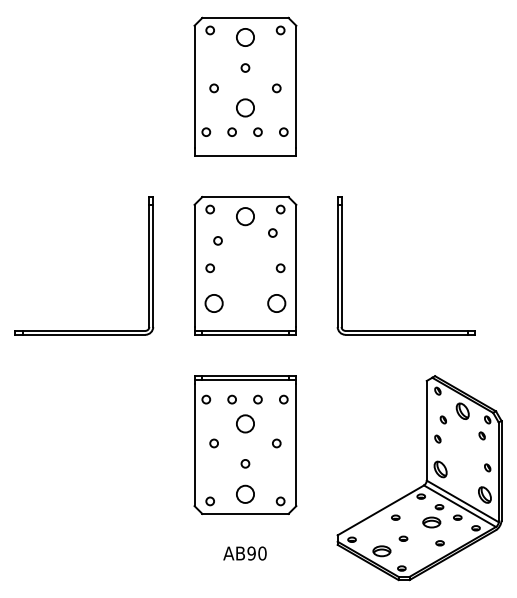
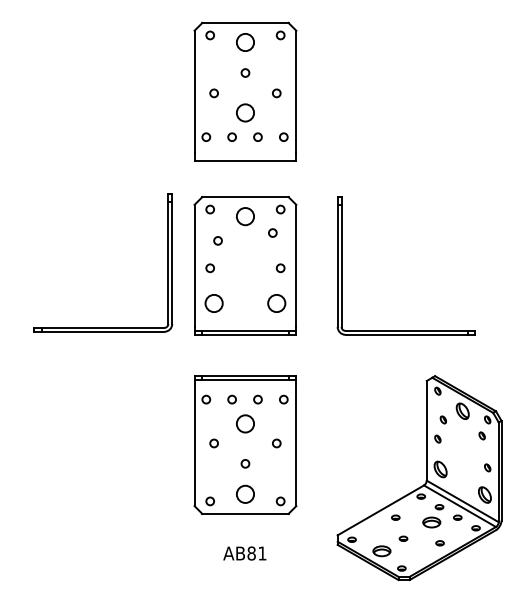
part at (245, 86) position: (245, 86) -> (245, 91)
part at (148, 265) position: (148, 265) -> (167, 262)
text at (256, 553): AB90 -> AB81
